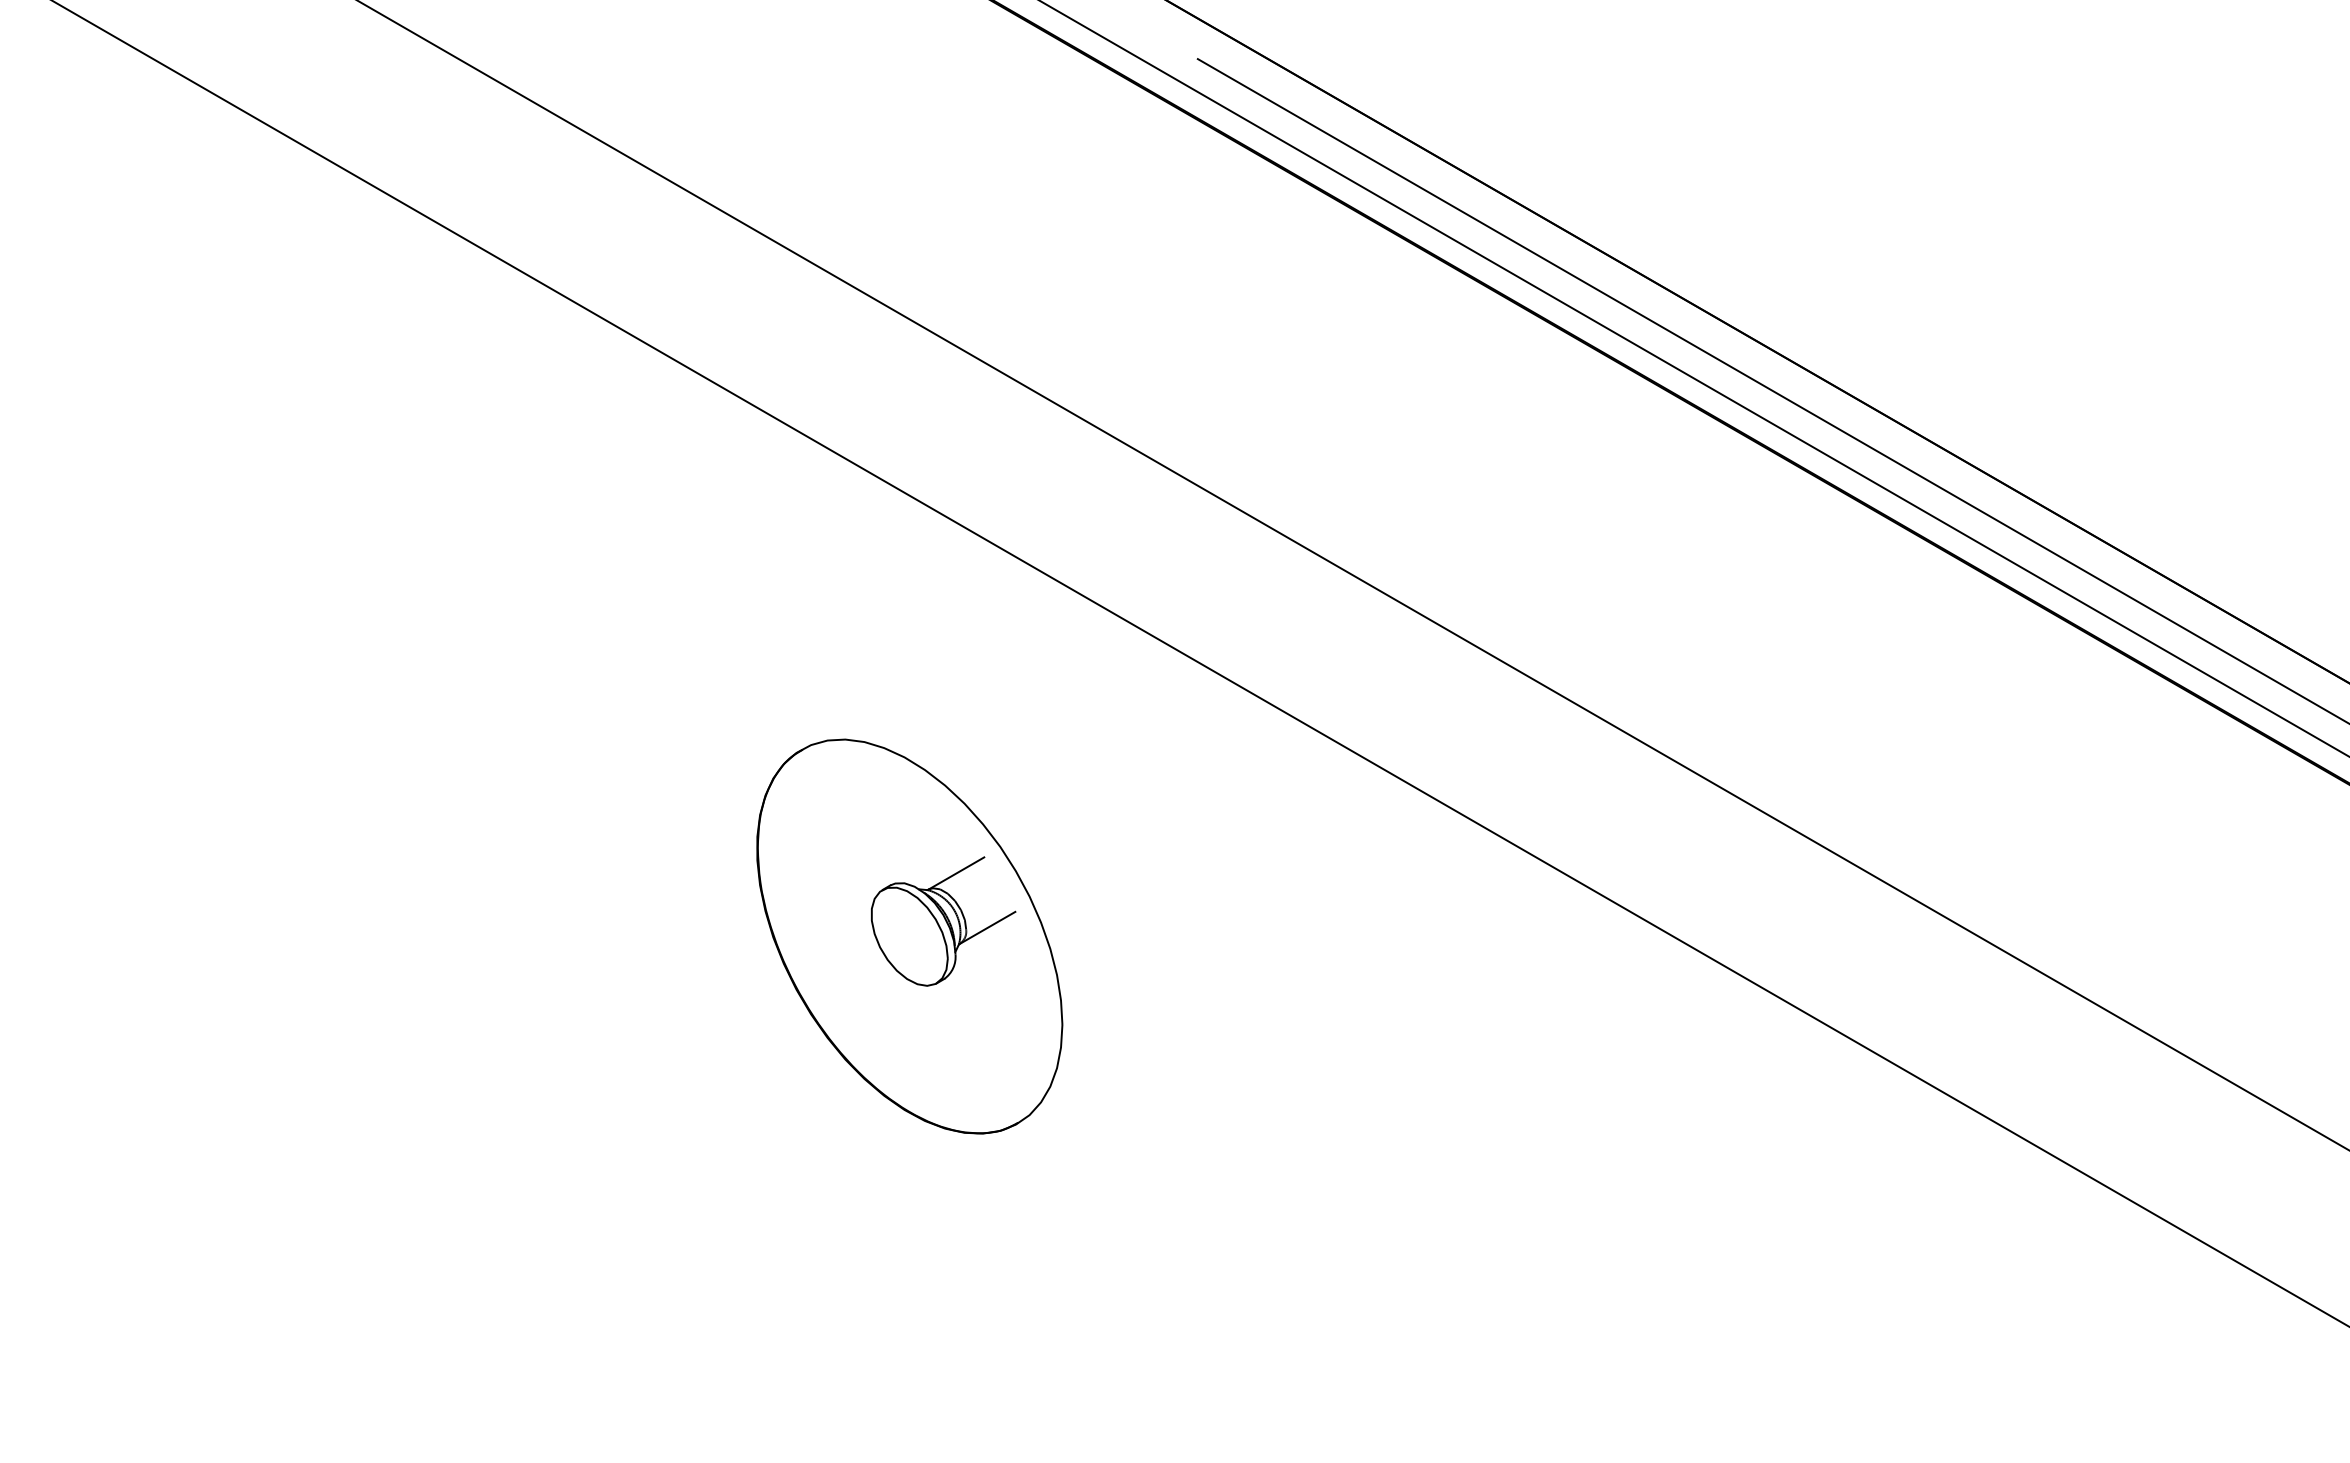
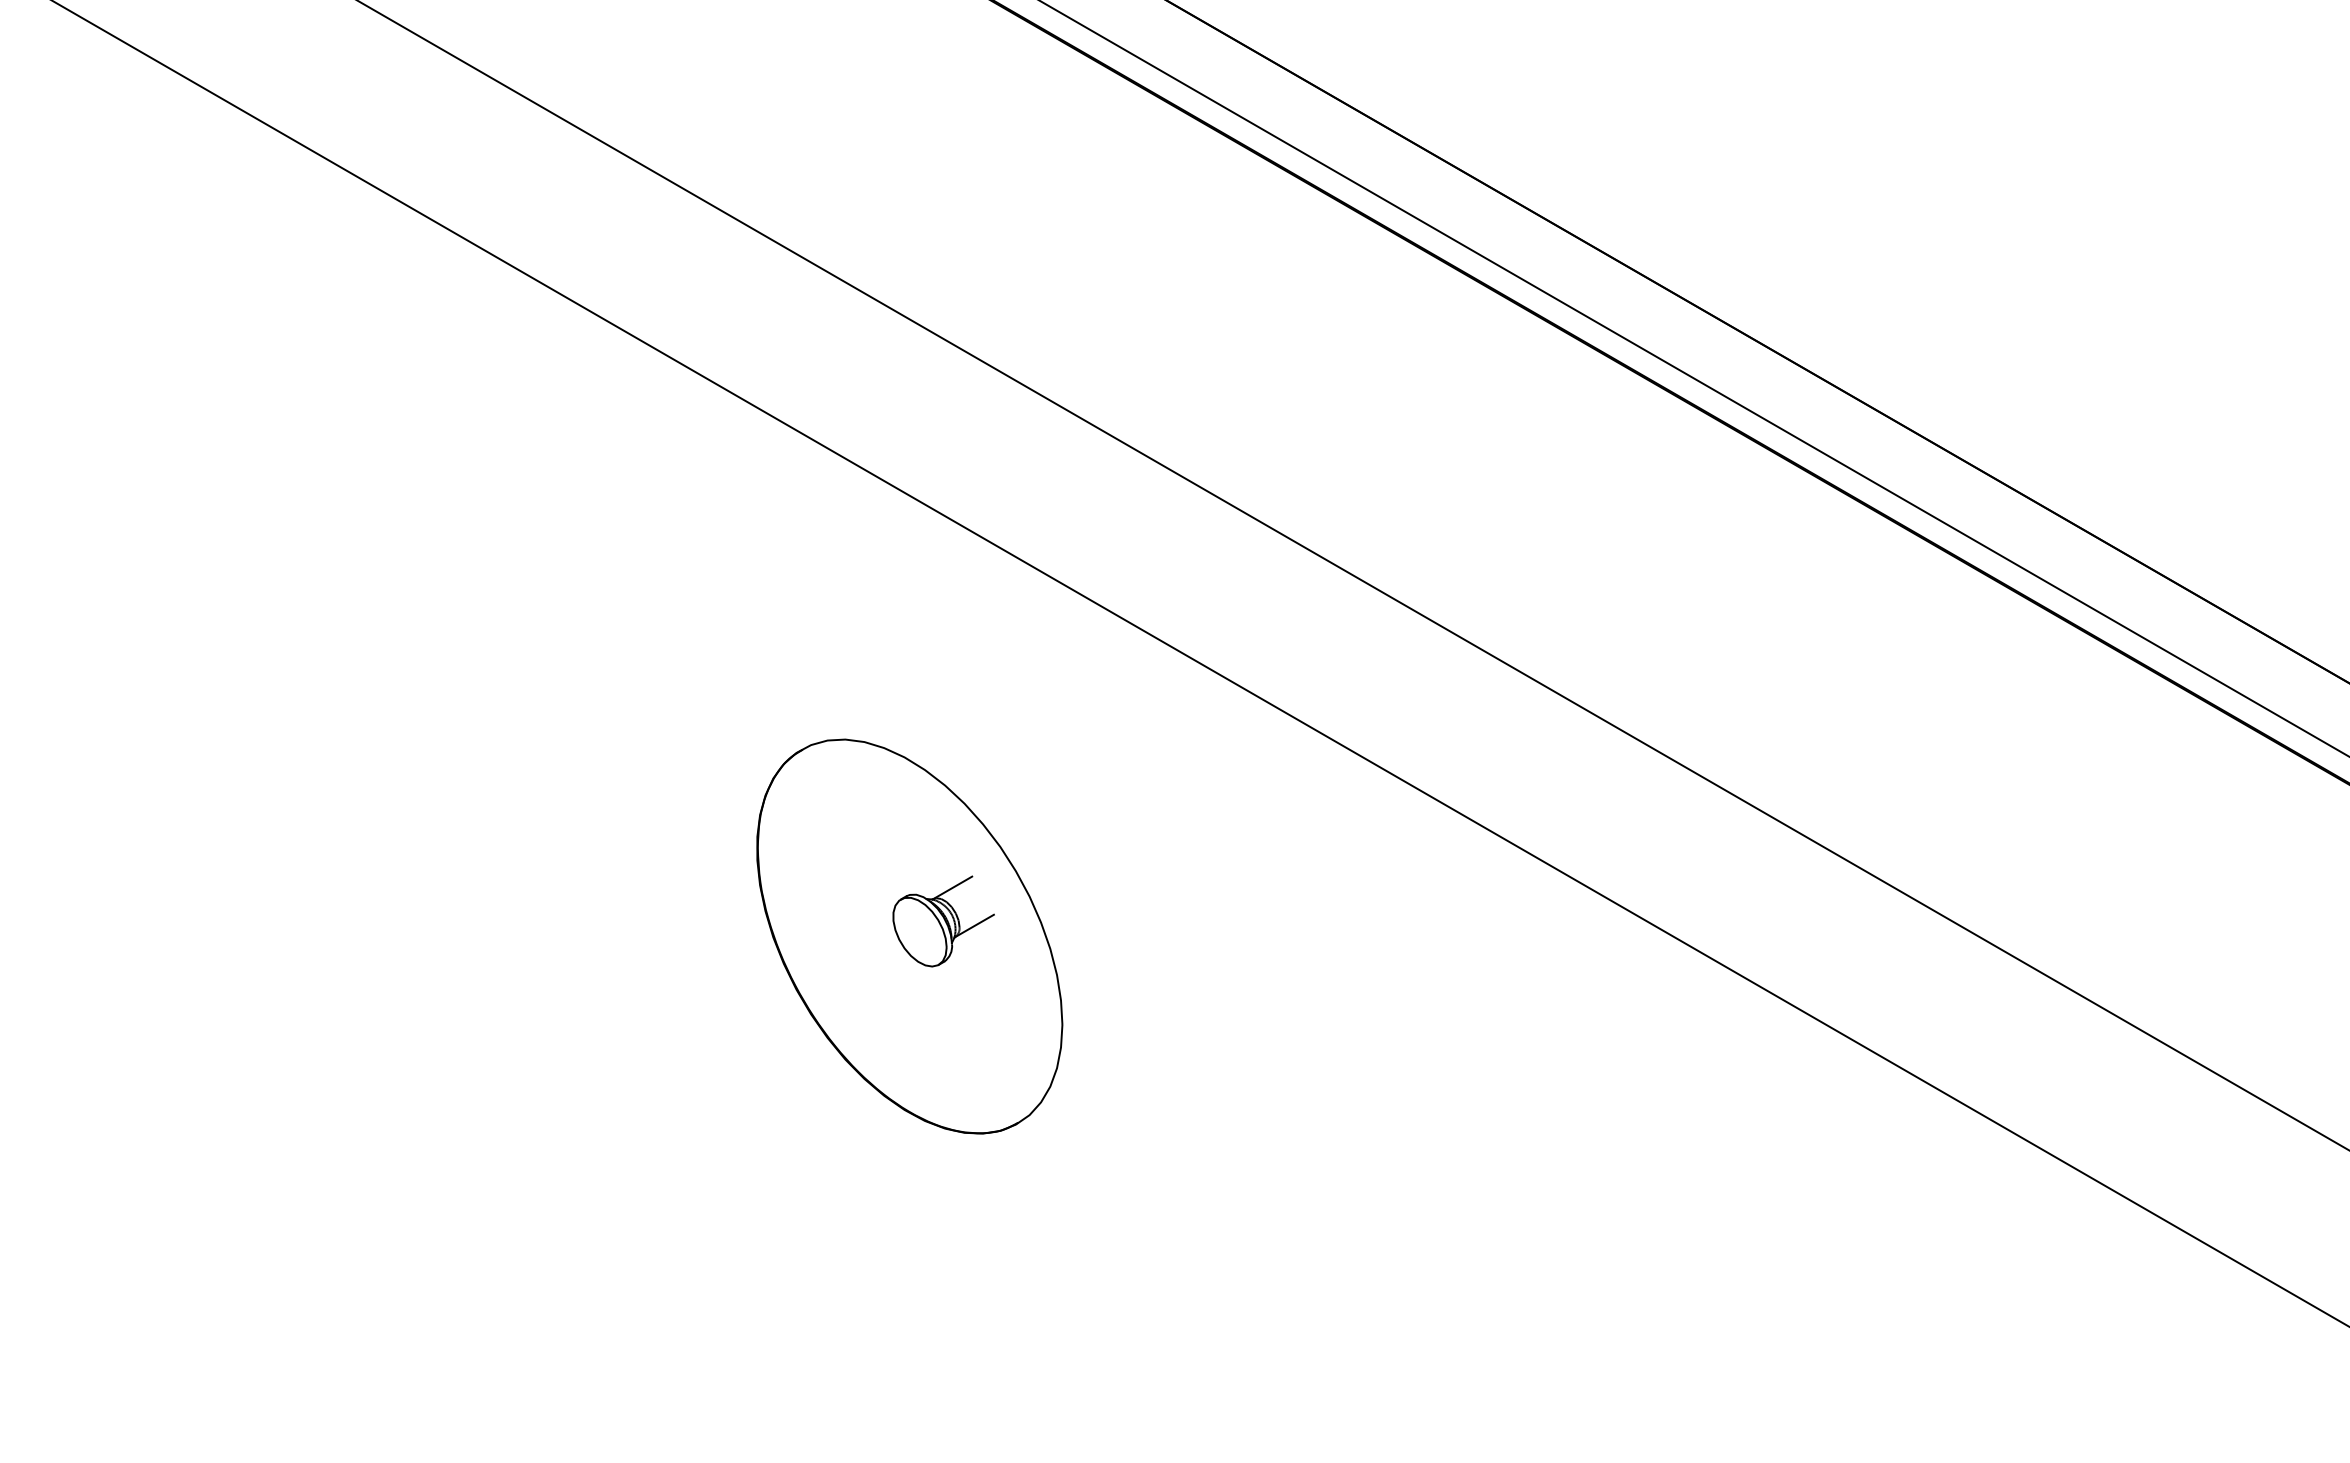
line at (1722, 362): present -> none
part at (943, 921) size: 146x131 px -> 103x93 px
